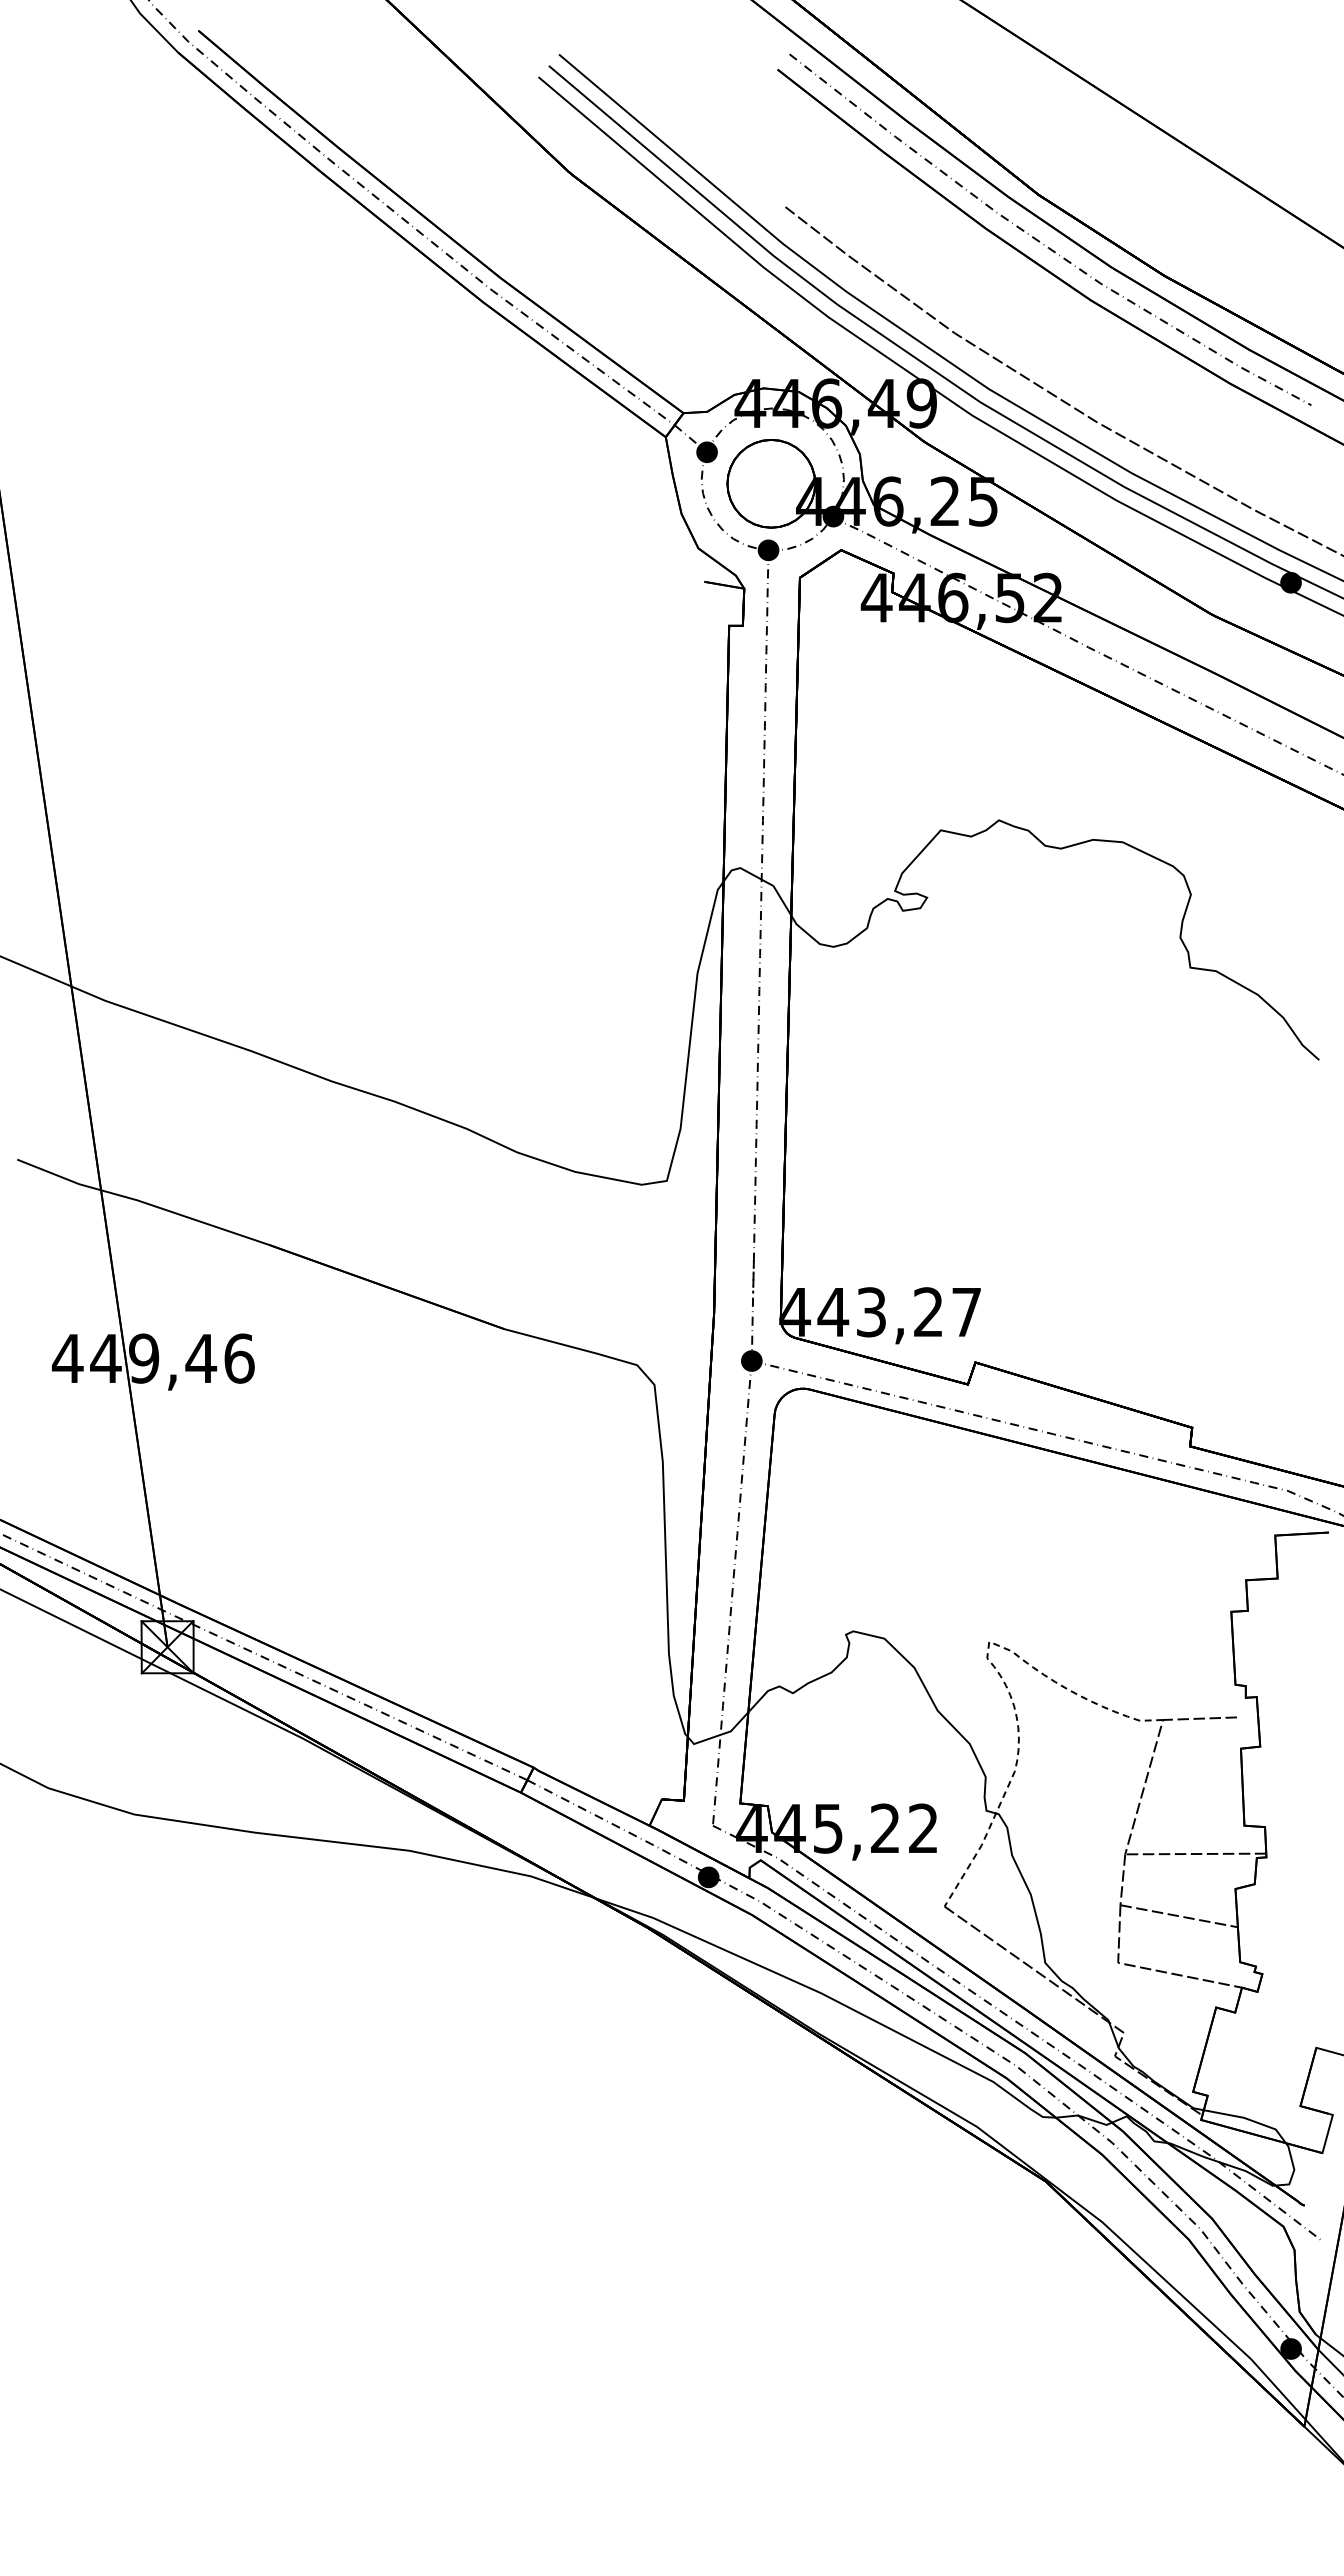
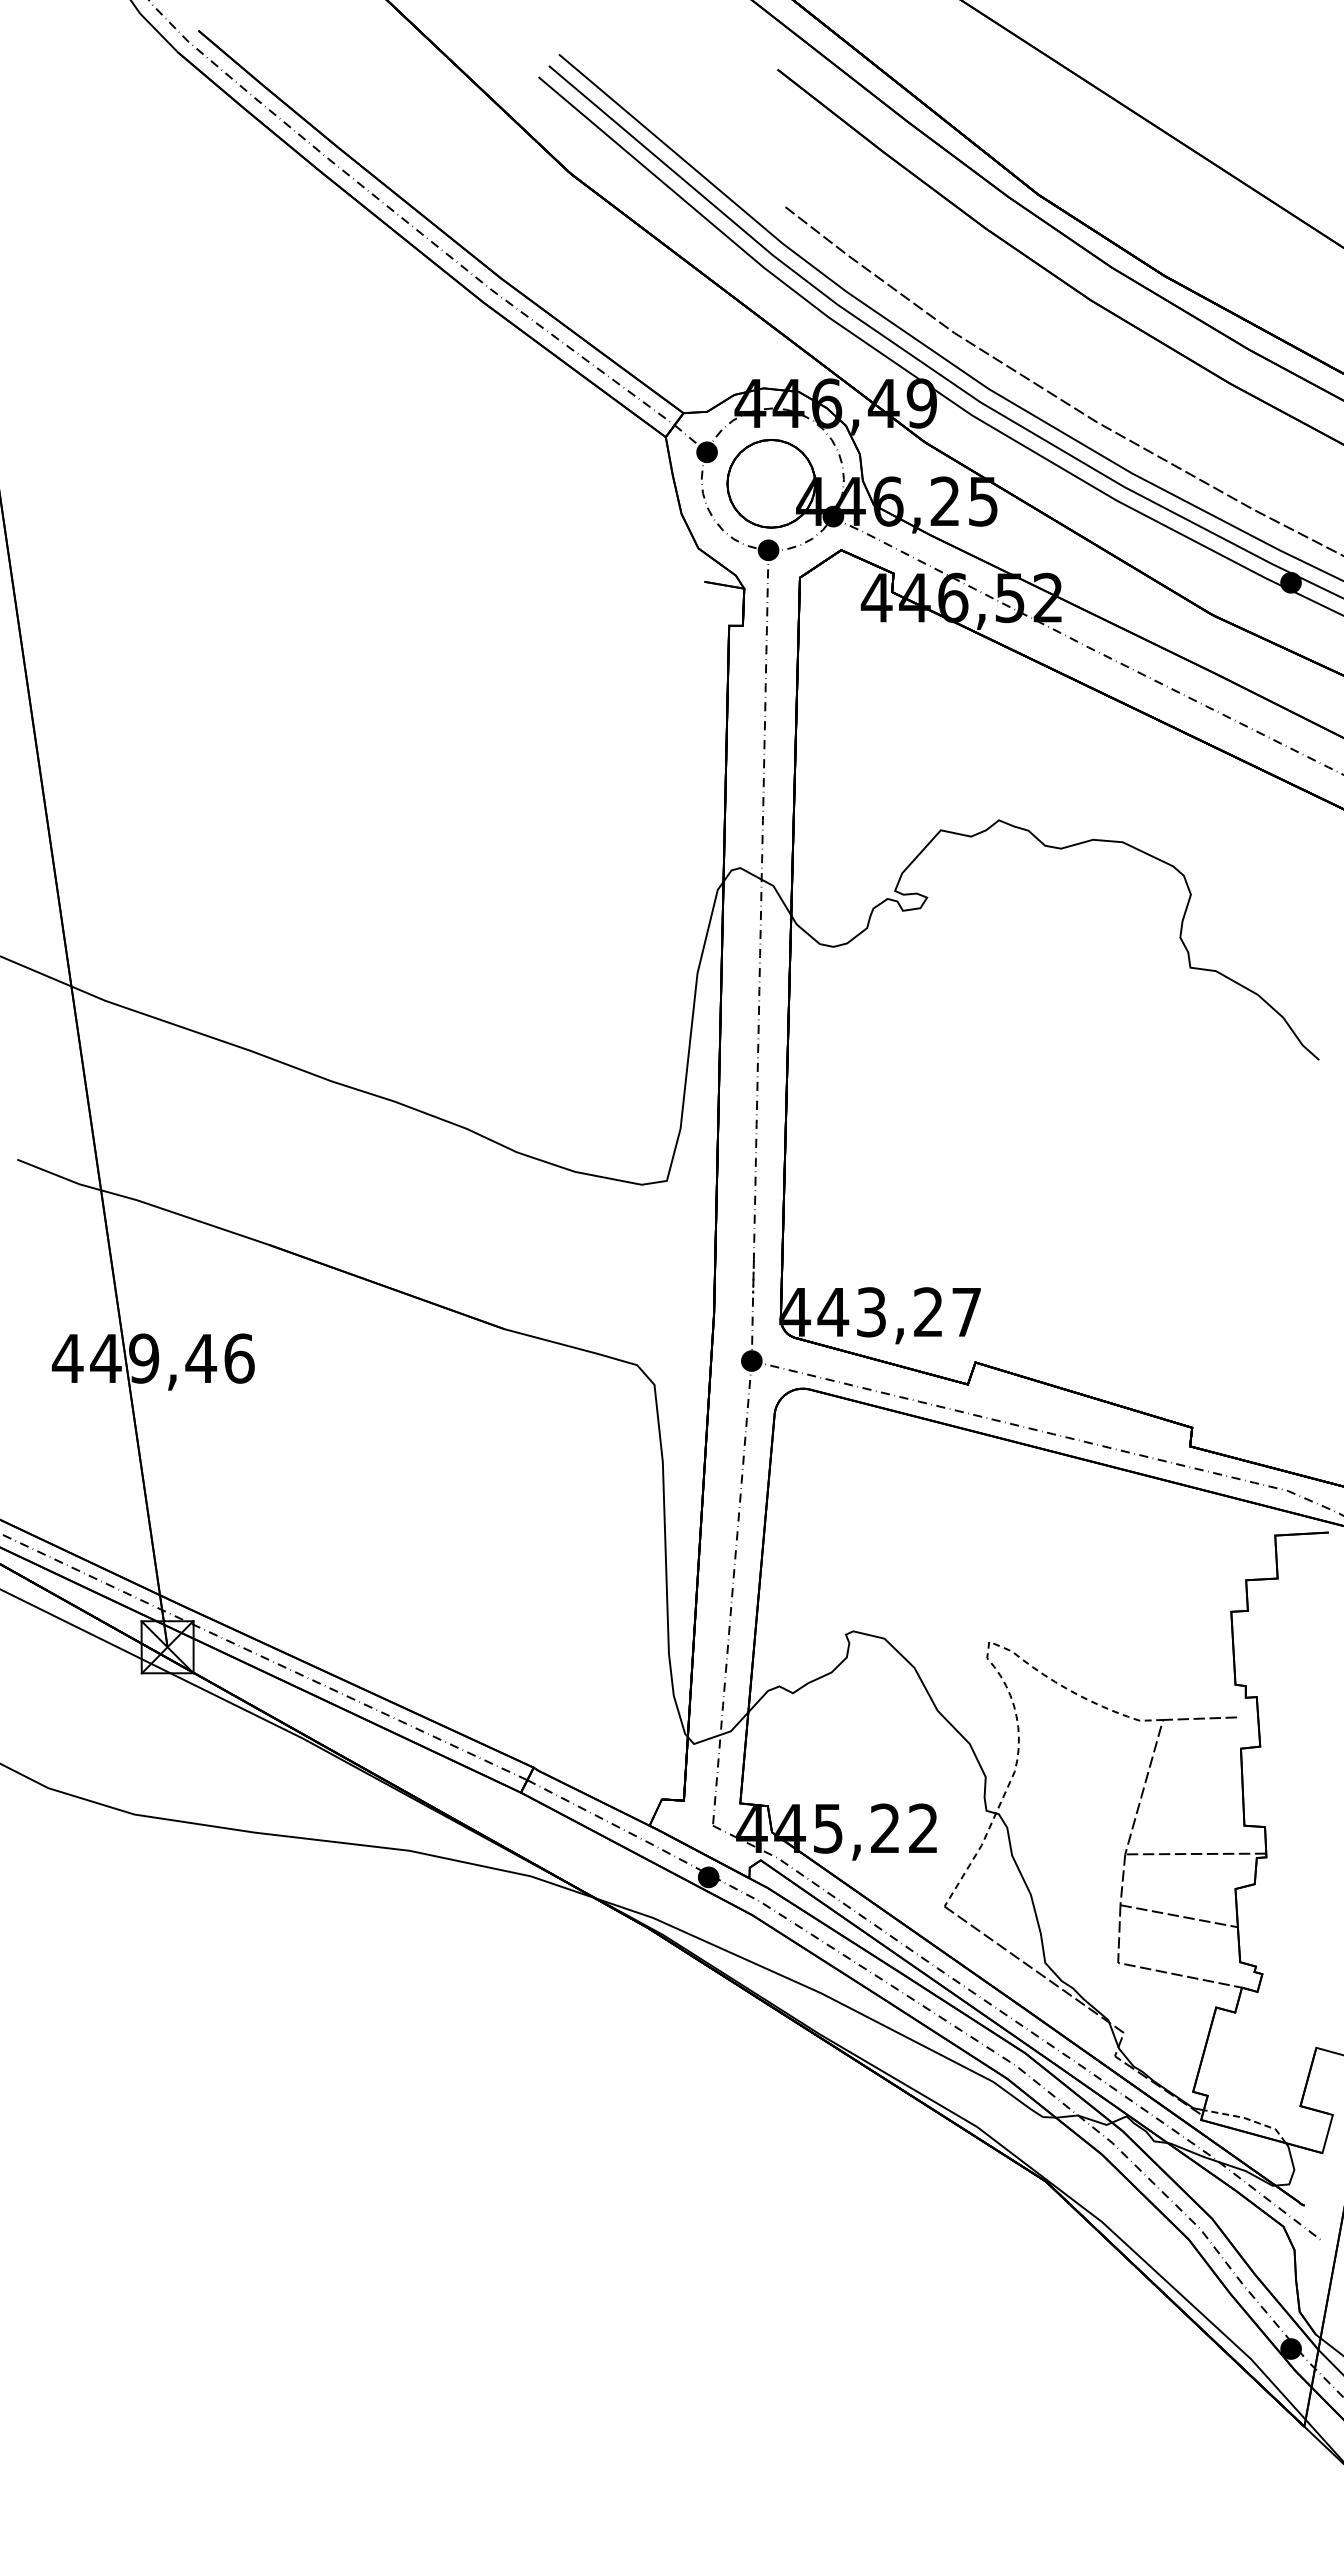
curve at (1039, 240): present -> none
line at (1248, 2119): solid -> dashed
